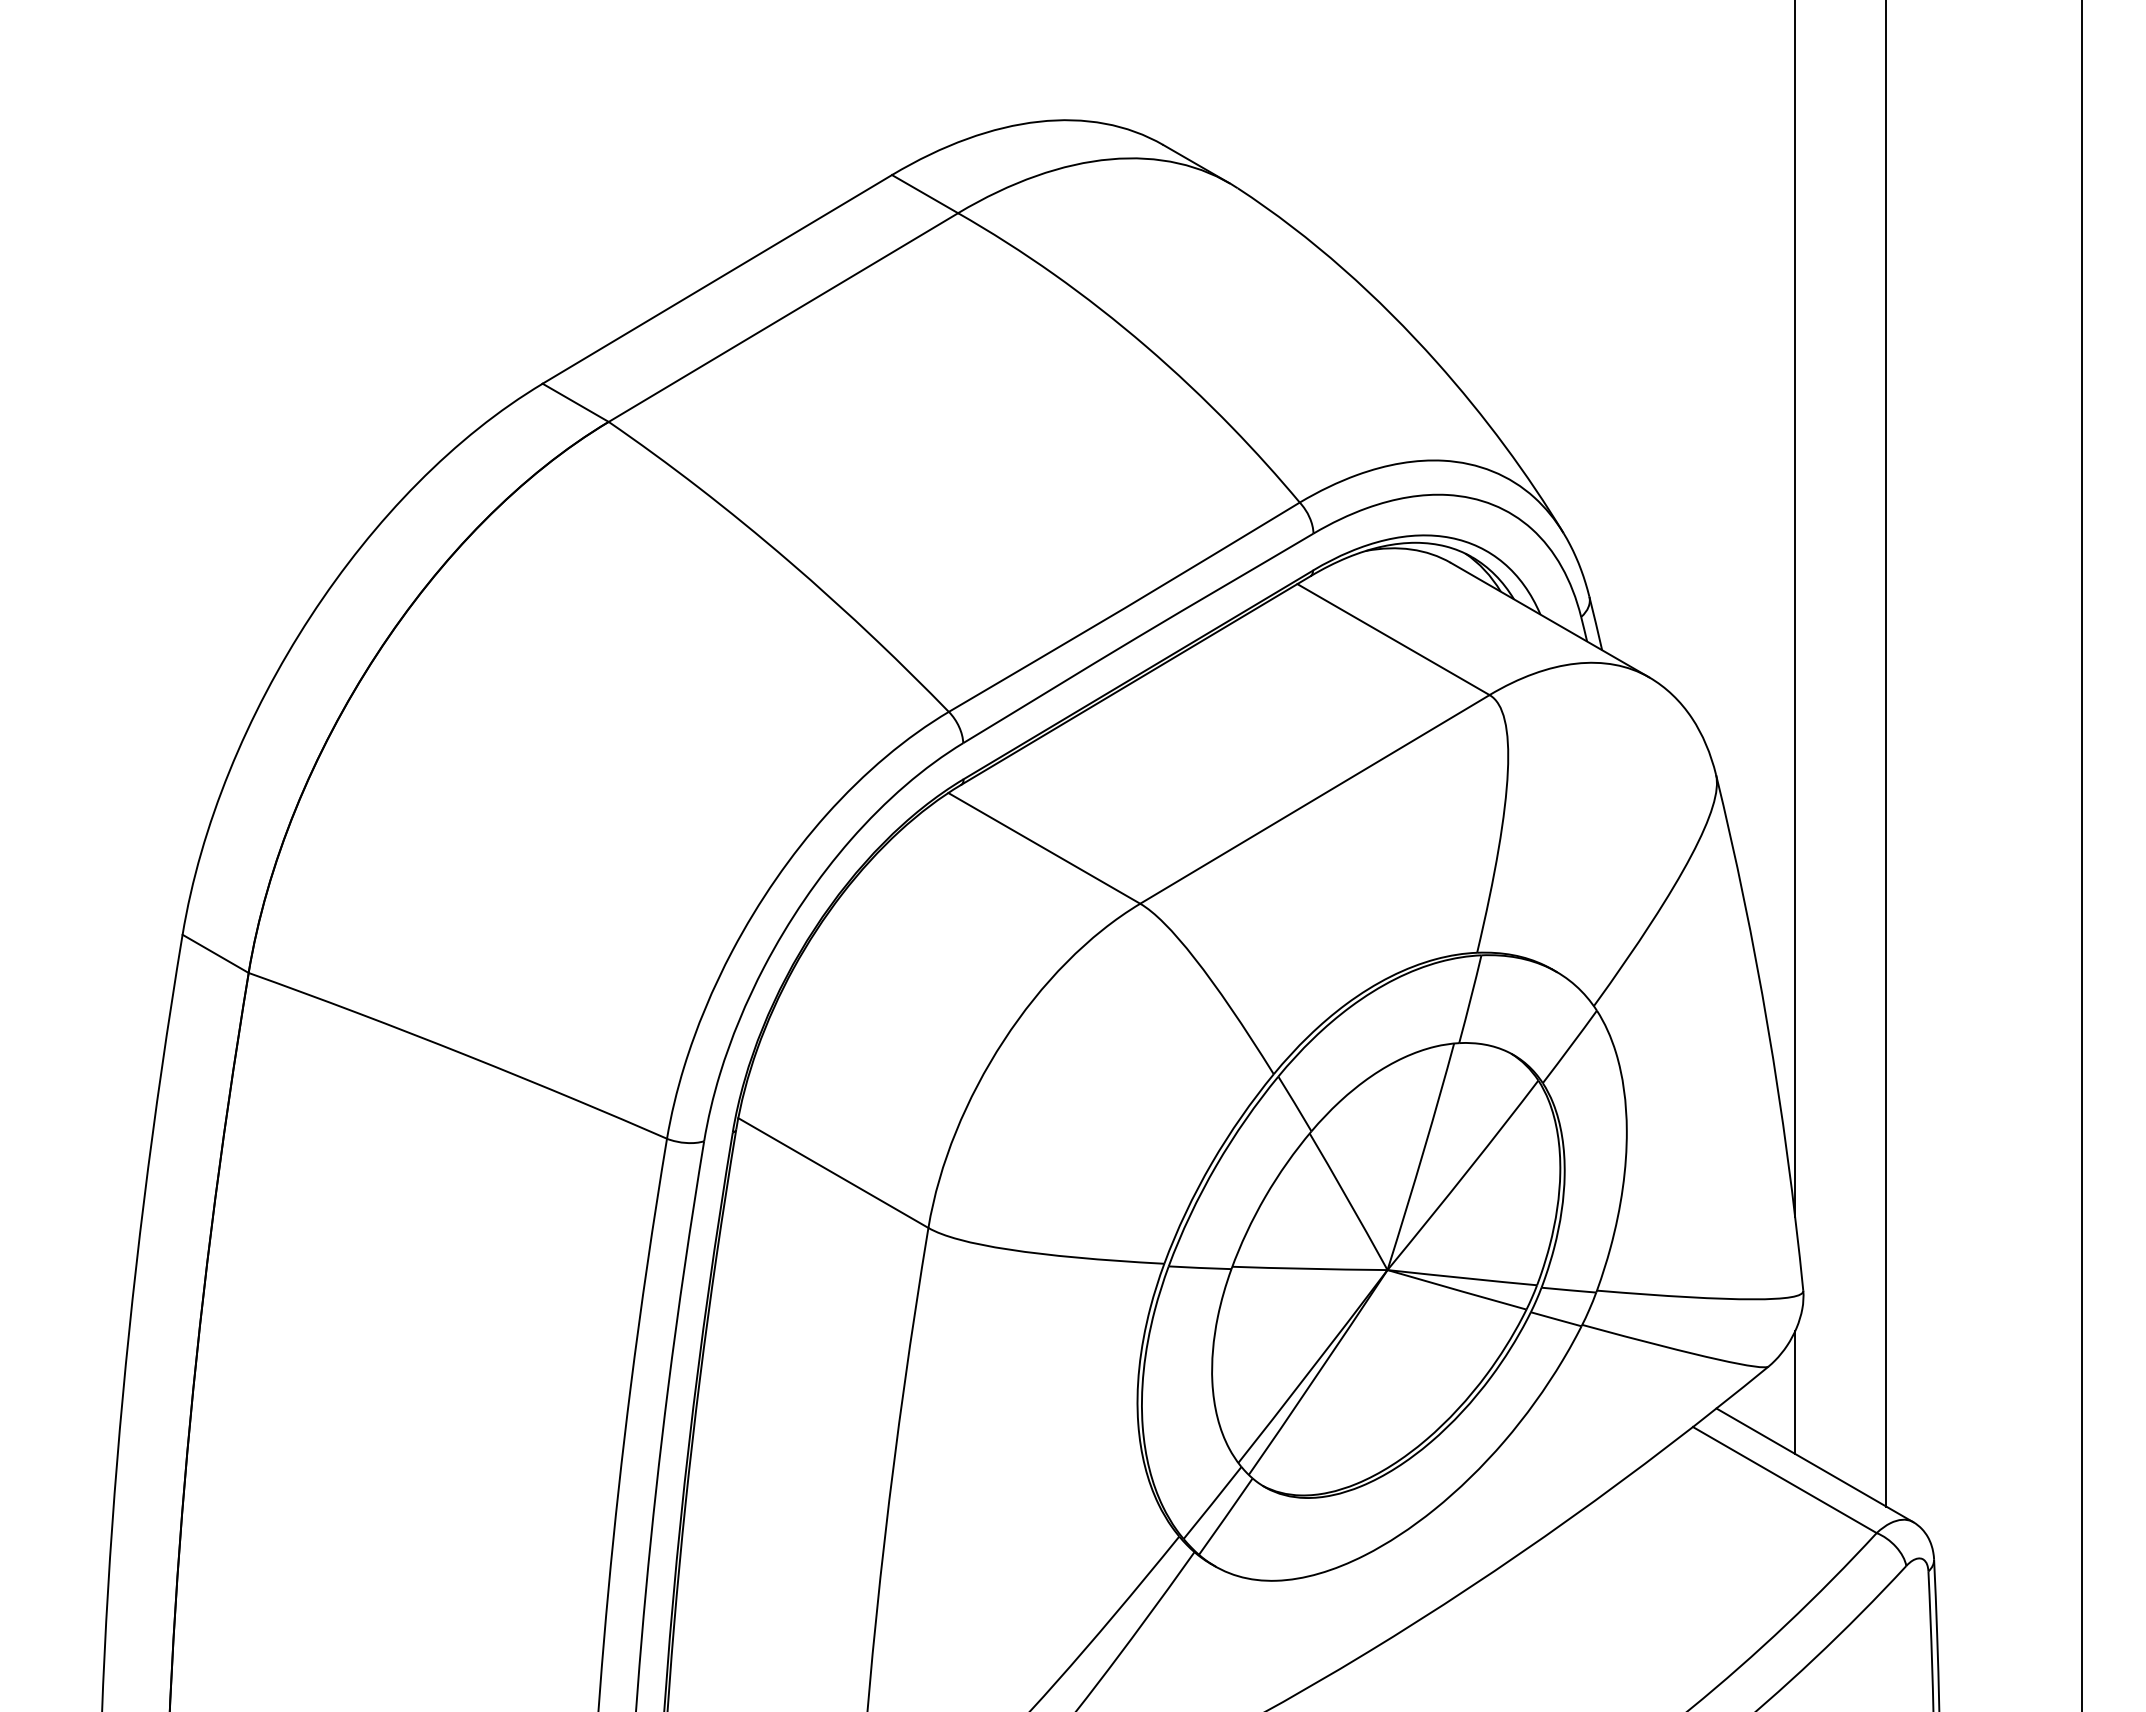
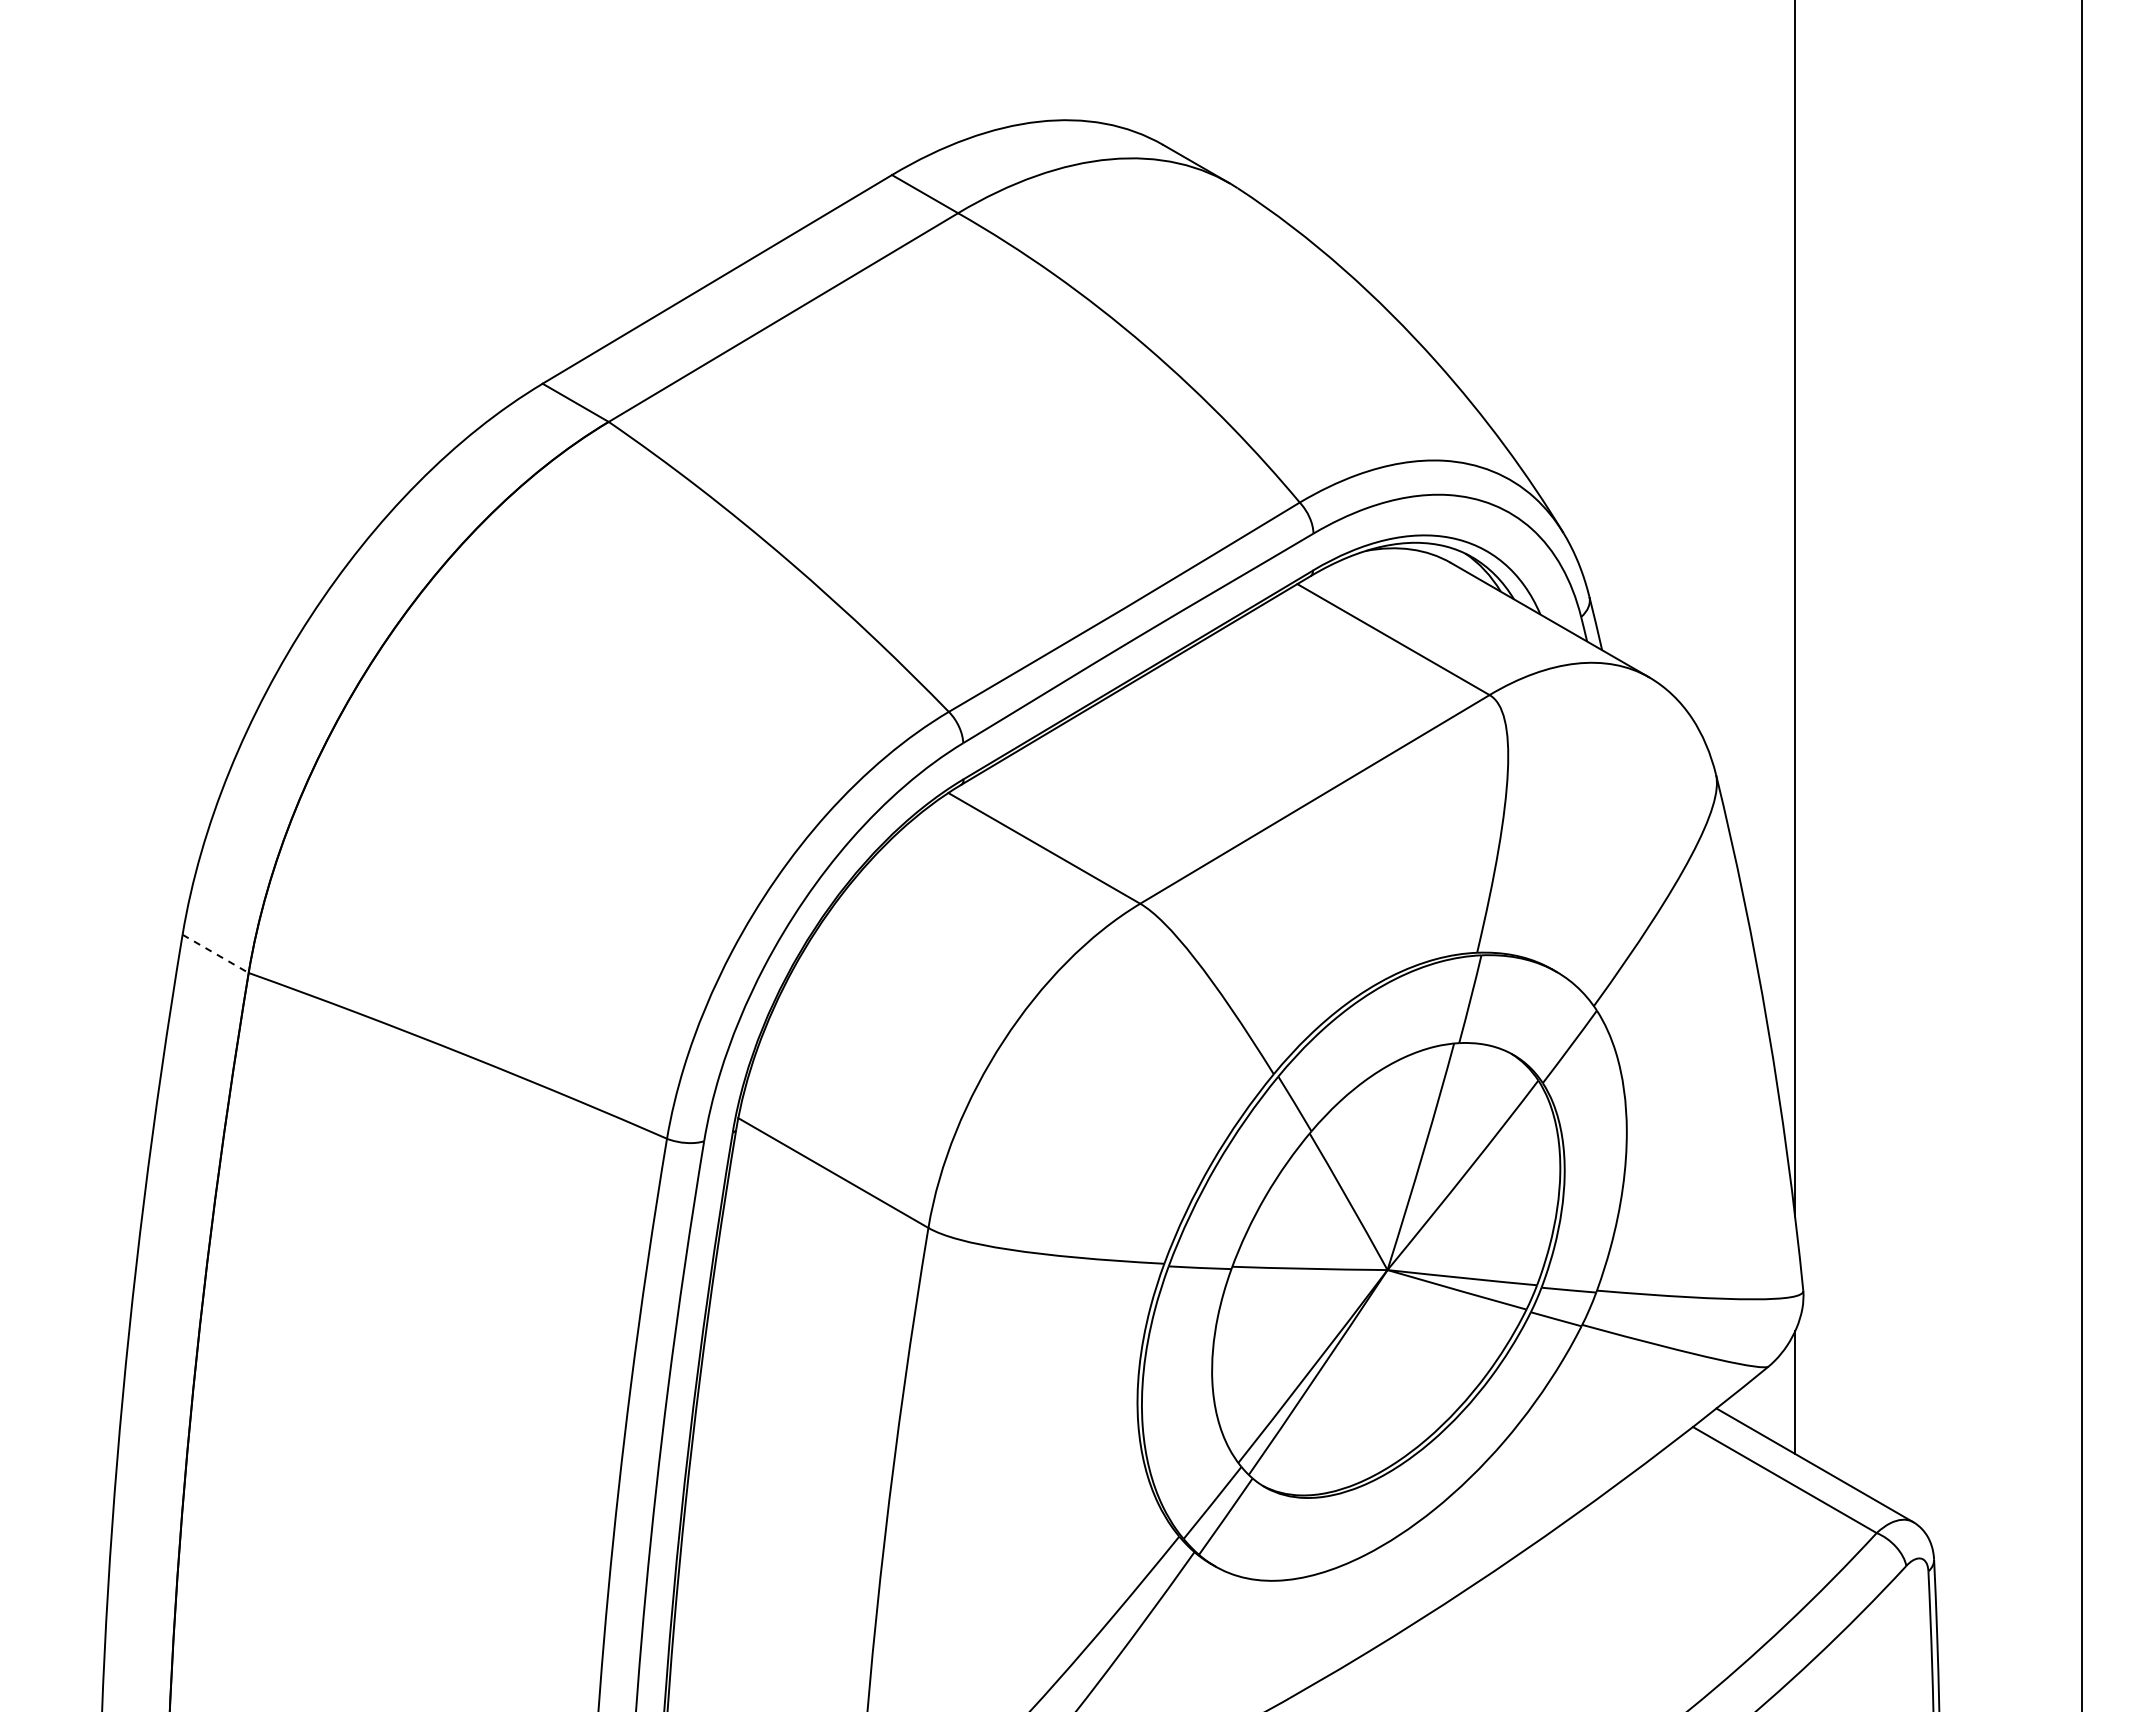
line at (1886, 754): present -> none
line at (216, 954): solid -> dashed
